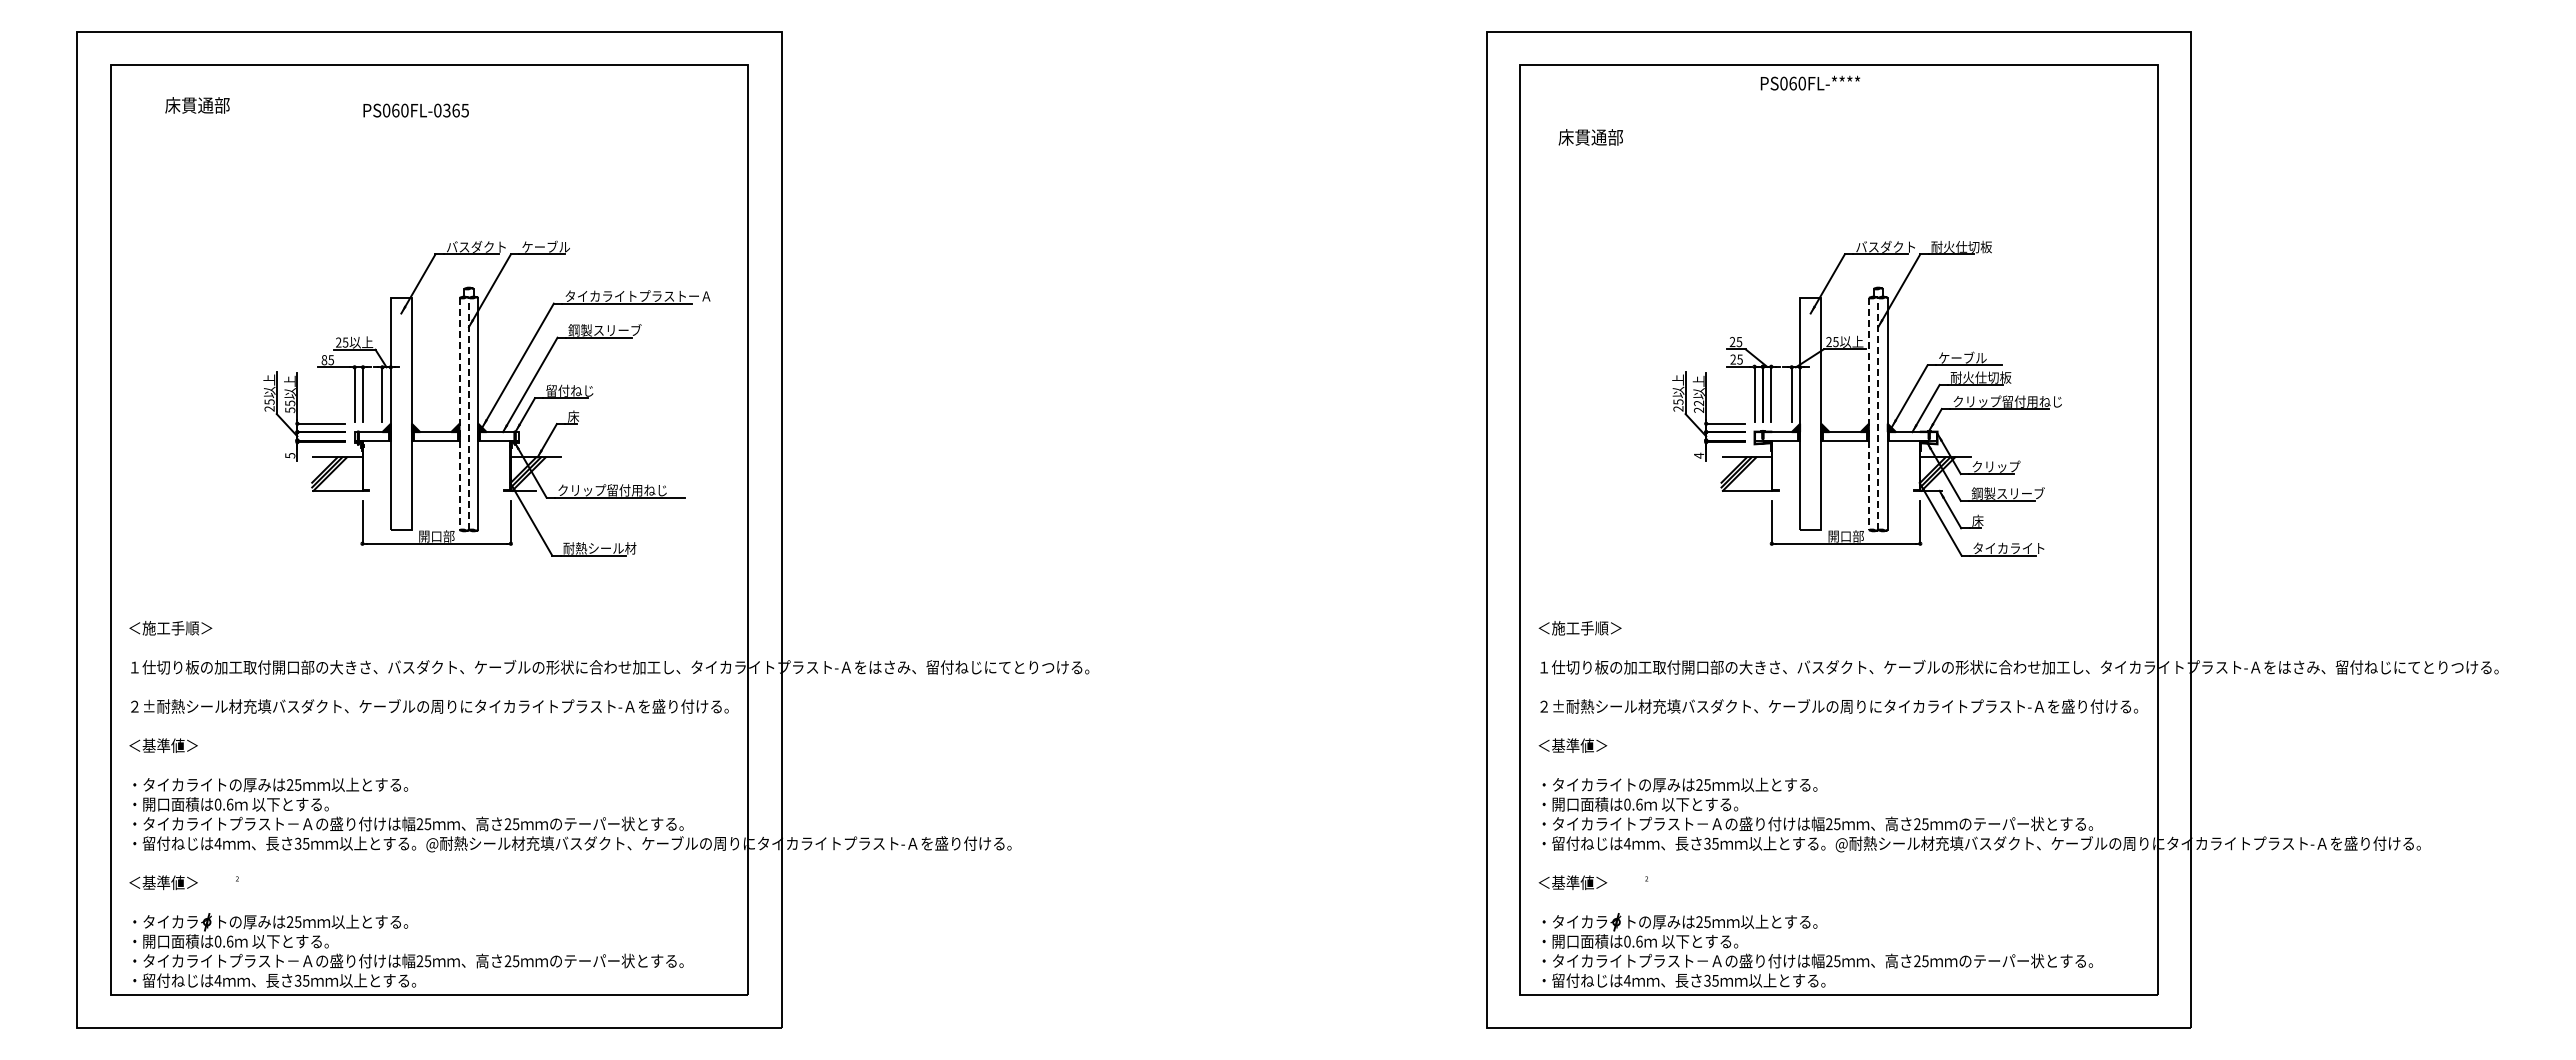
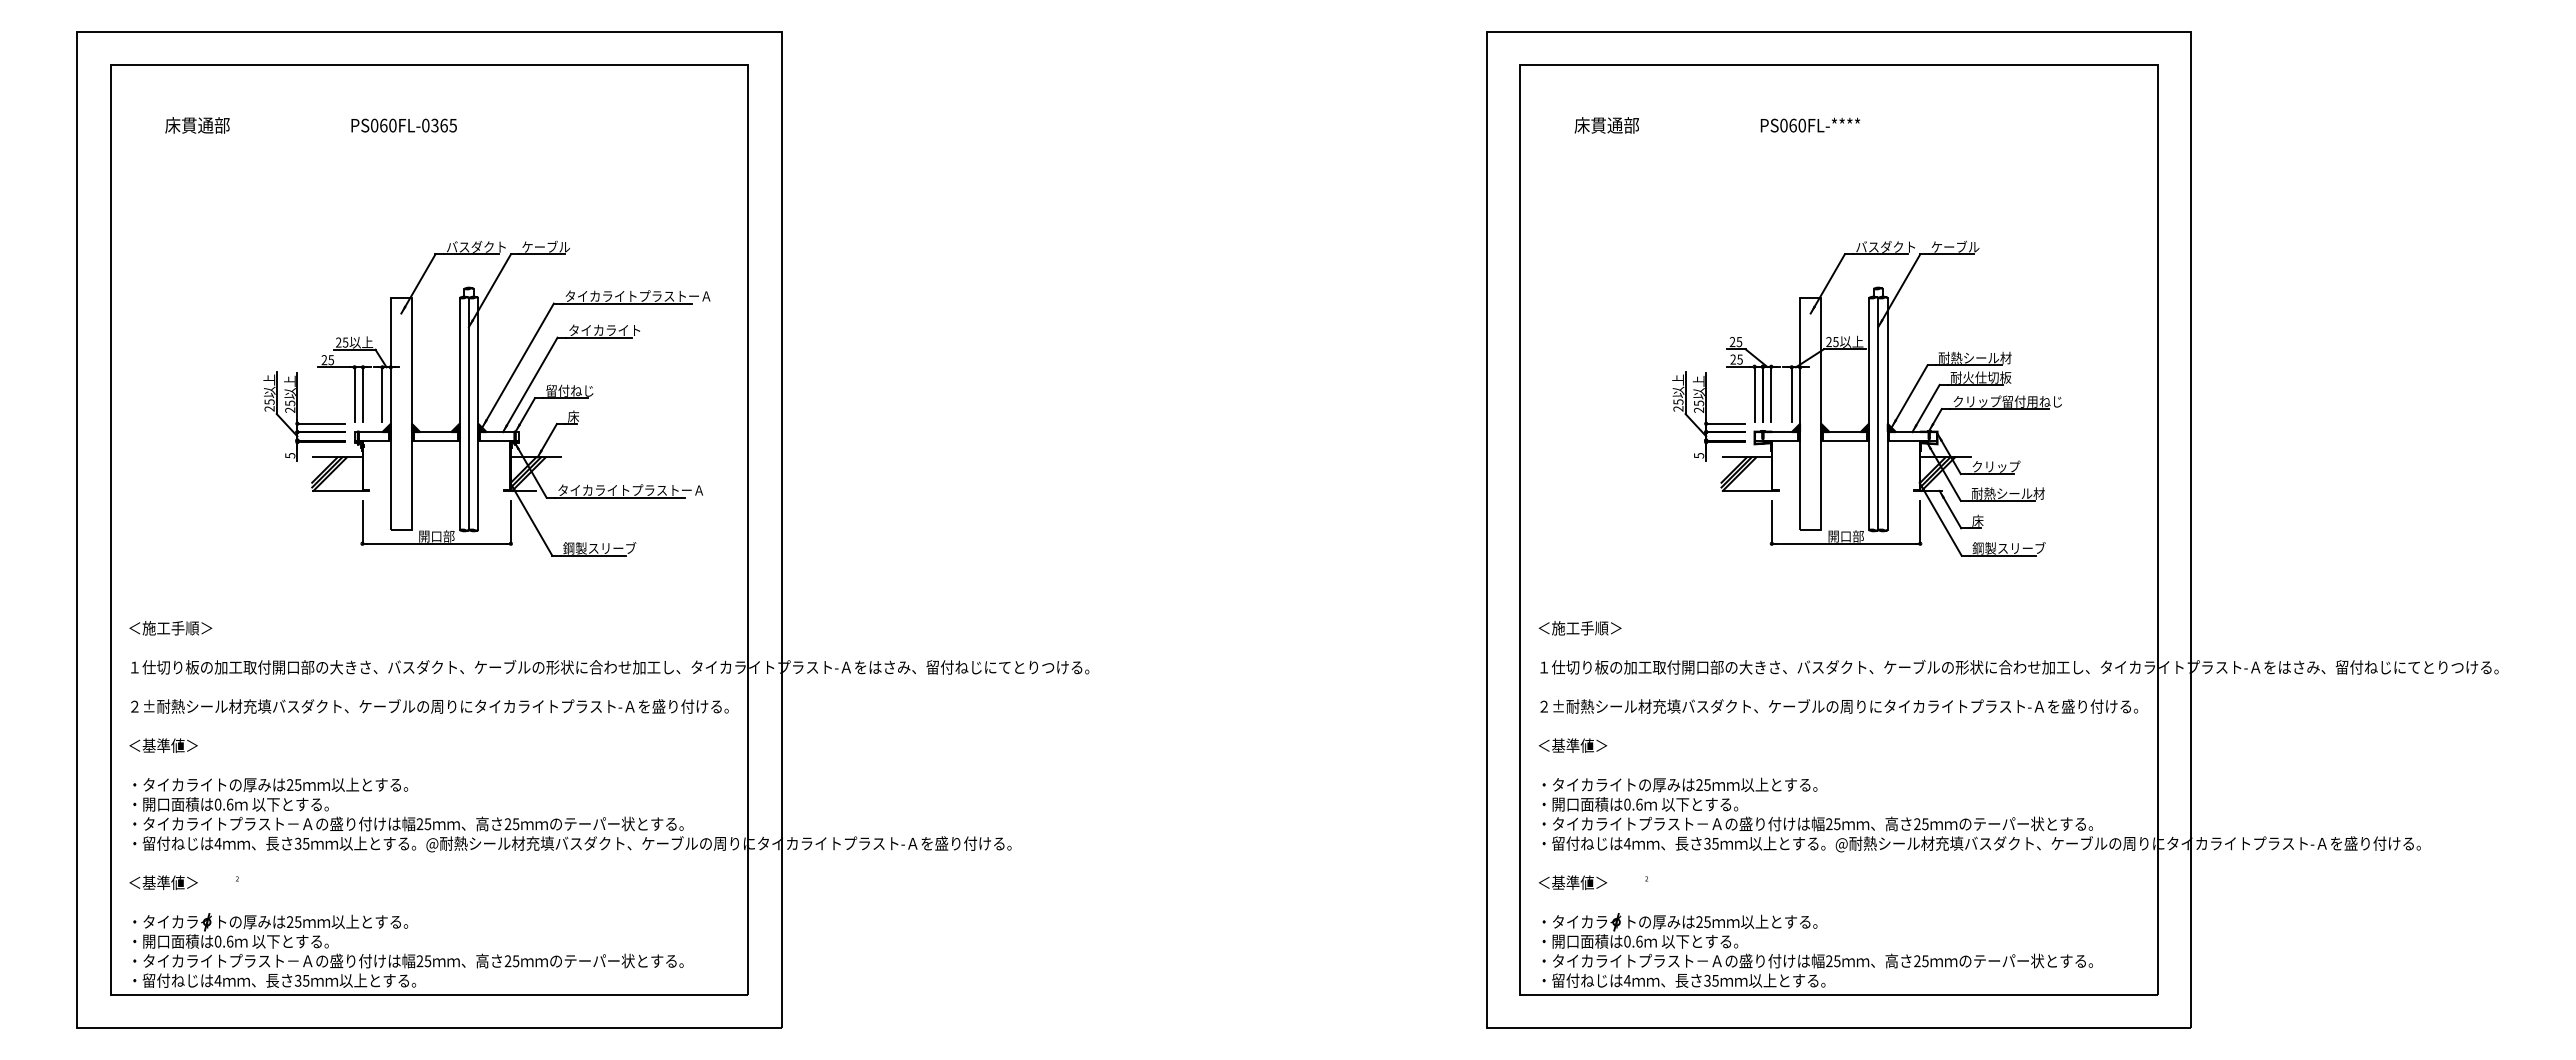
text at (1810, 82) position: (1810, 82) -> (1810, 124)
text at (197, 105) position: (197, 105) -> (197, 125)
text at (415, 110) position: (415, 110) -> (403, 125)
text at (1590, 137) position: (1590, 137) -> (1606, 125)
text at (1961, 246): 耐火仕切板 -> ケーブル
text at (604, 330): 鋼製スリーブ -> タイカライト
text at (1974, 357): ケーブル -> 耐熱シール材
text at (324, 360): 85 -> 25
text at (1698, 403): 22 -> 25
text at (290, 409): 55 -> 25
line at (468, 413): dashed -> solid
line at (1878, 413): dashed -> solid
line at (459, 414): dashed -> solid
line at (1868, 414): dashed -> solid
text at (1699, 455): 4 -> 5
text at (630, 490): クリップ留付用ねじ -> タイカライトプラストーＡ
text at (2007, 493): 鋼製スリーブ -> 耐熱シール材
text at (599, 548): 耐熱シール材 -> 鋼製スリーブ
text at (2008, 548): タイカライト -> 鋼製スリーブ
